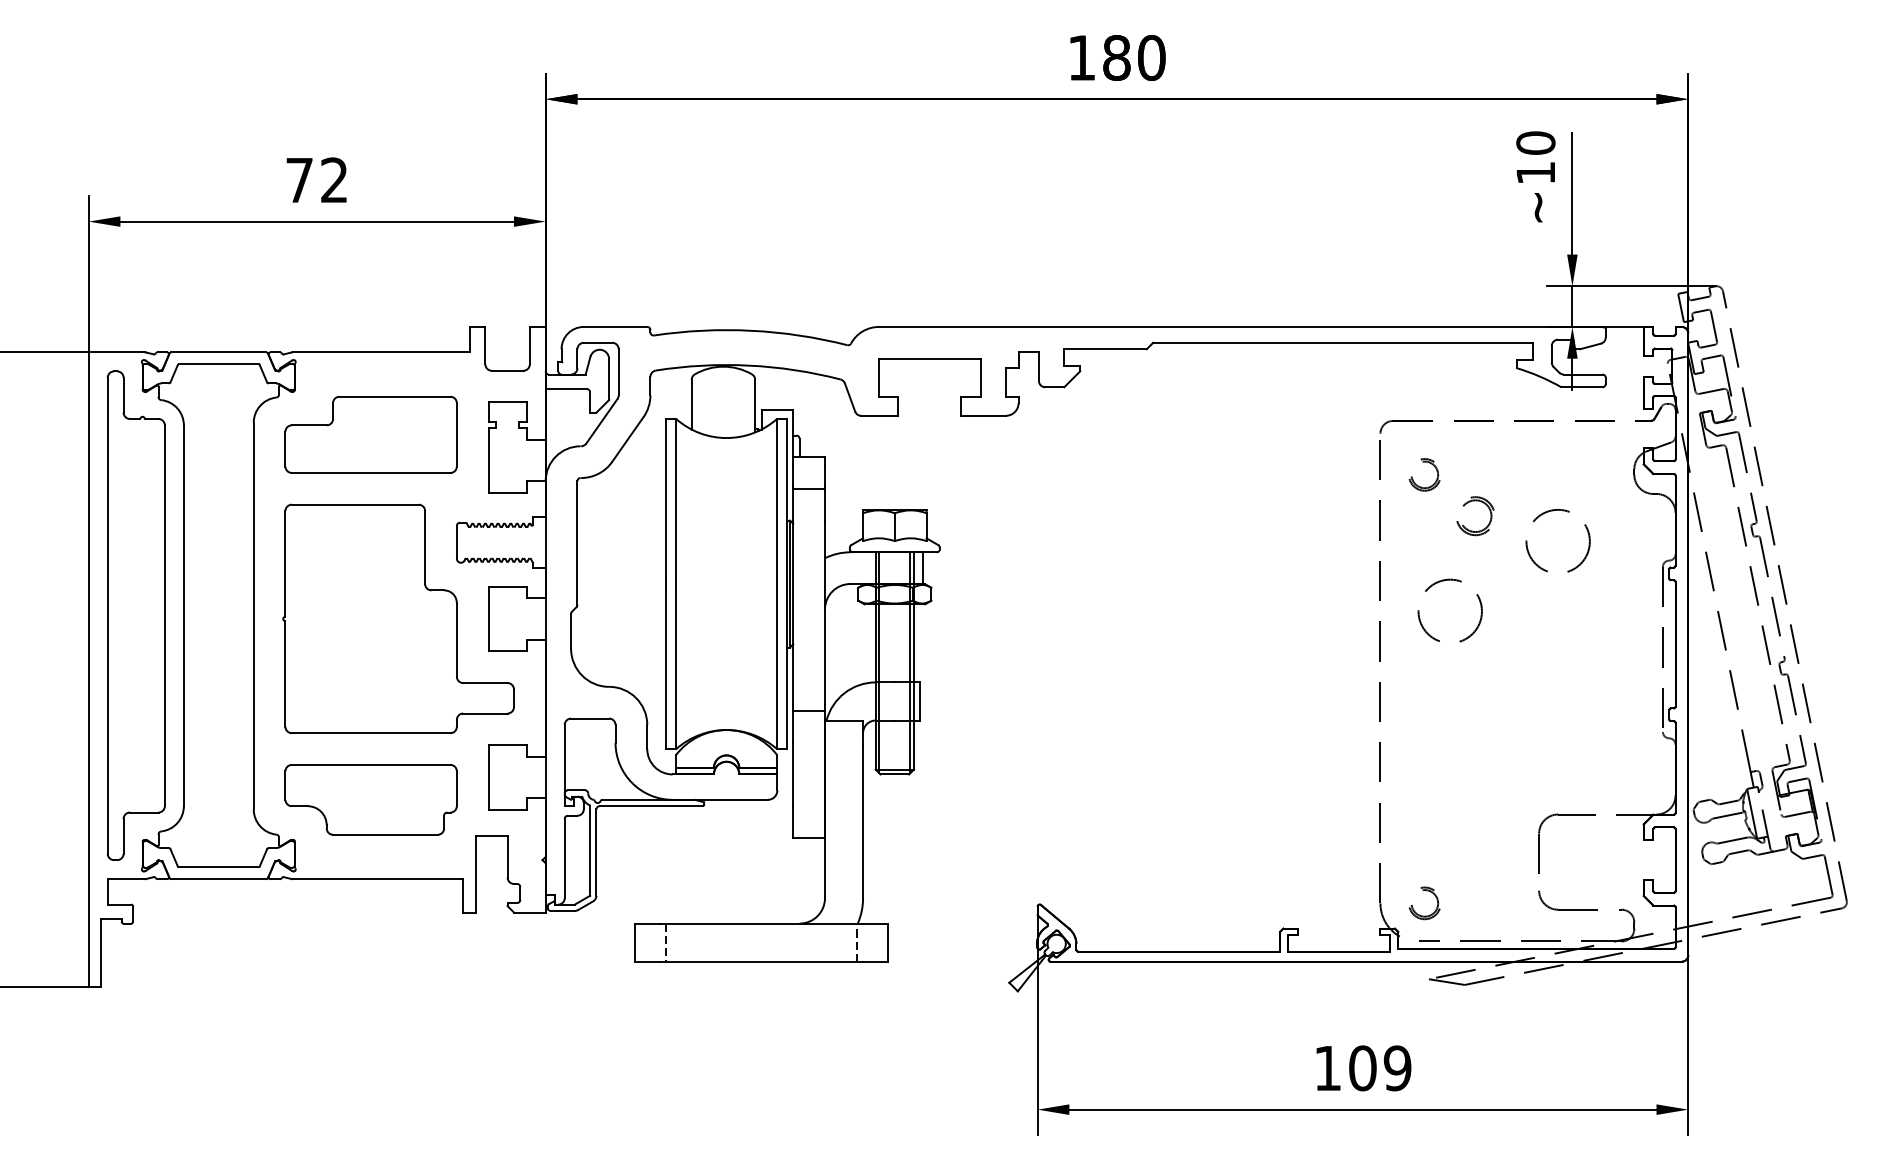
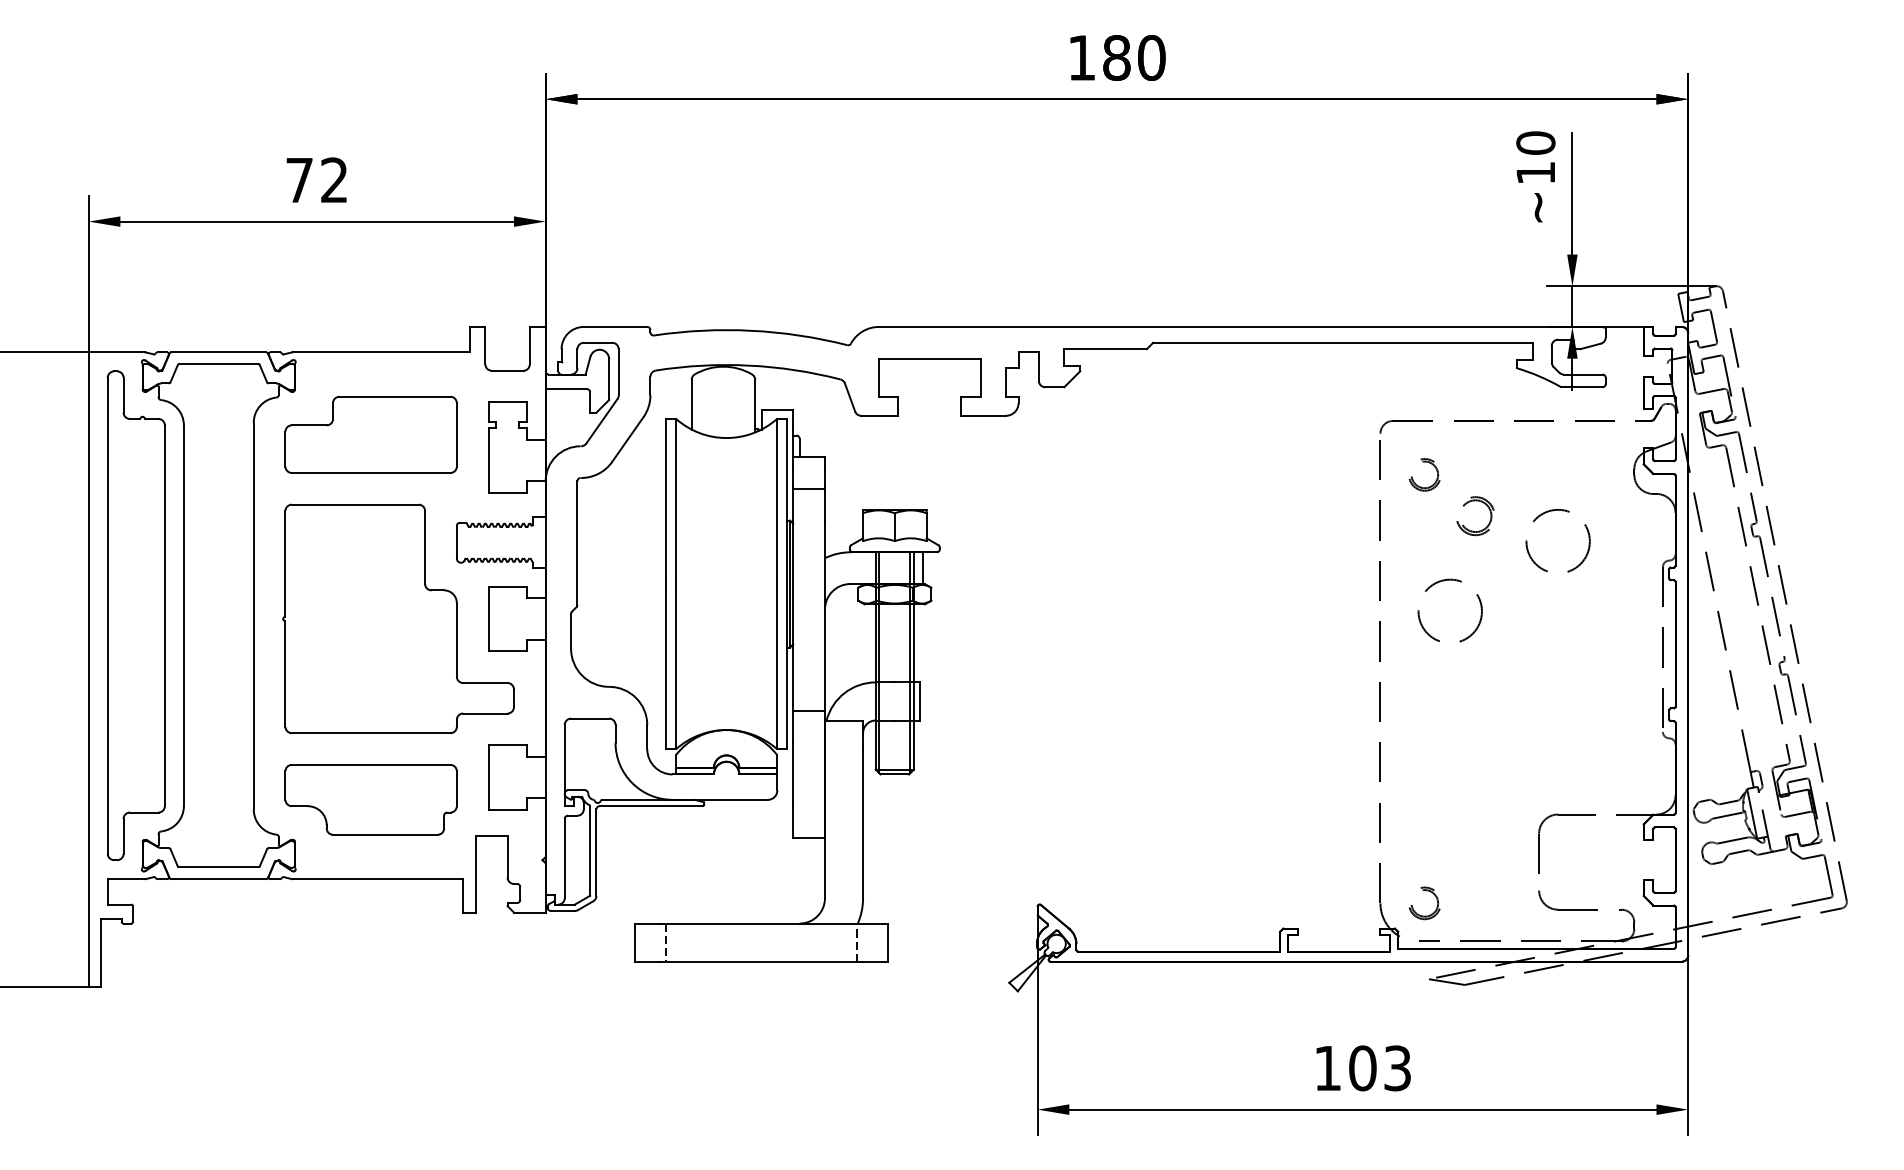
text at (1397, 1068): 109 -> 103
